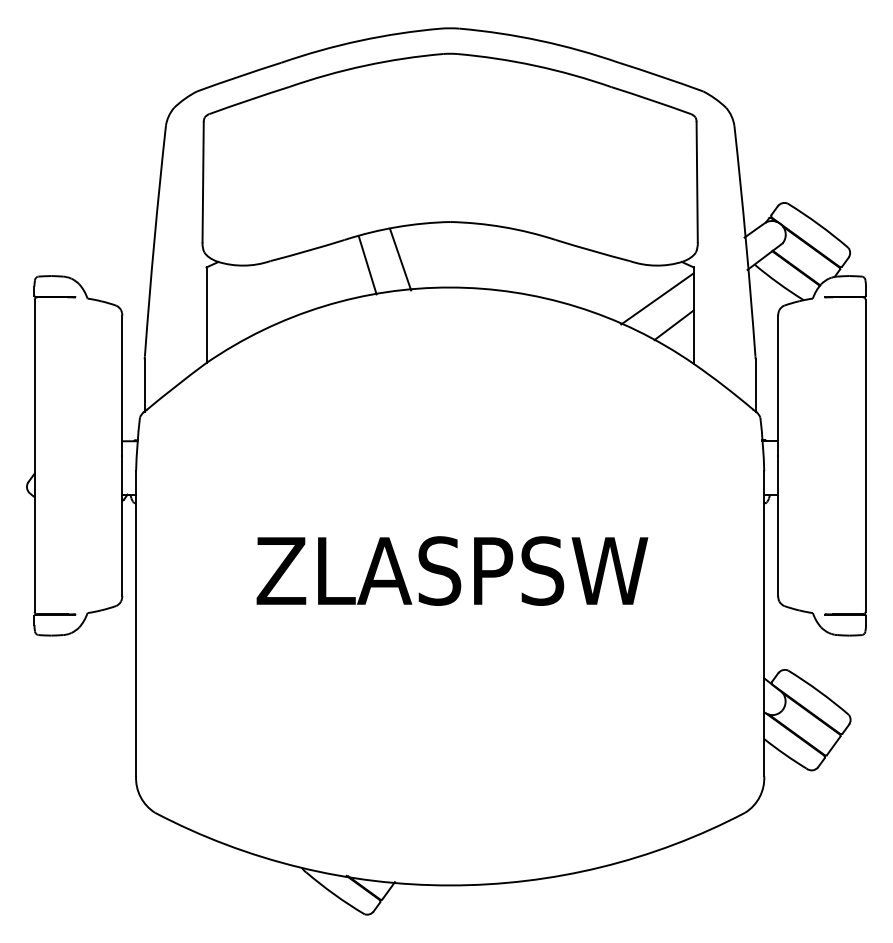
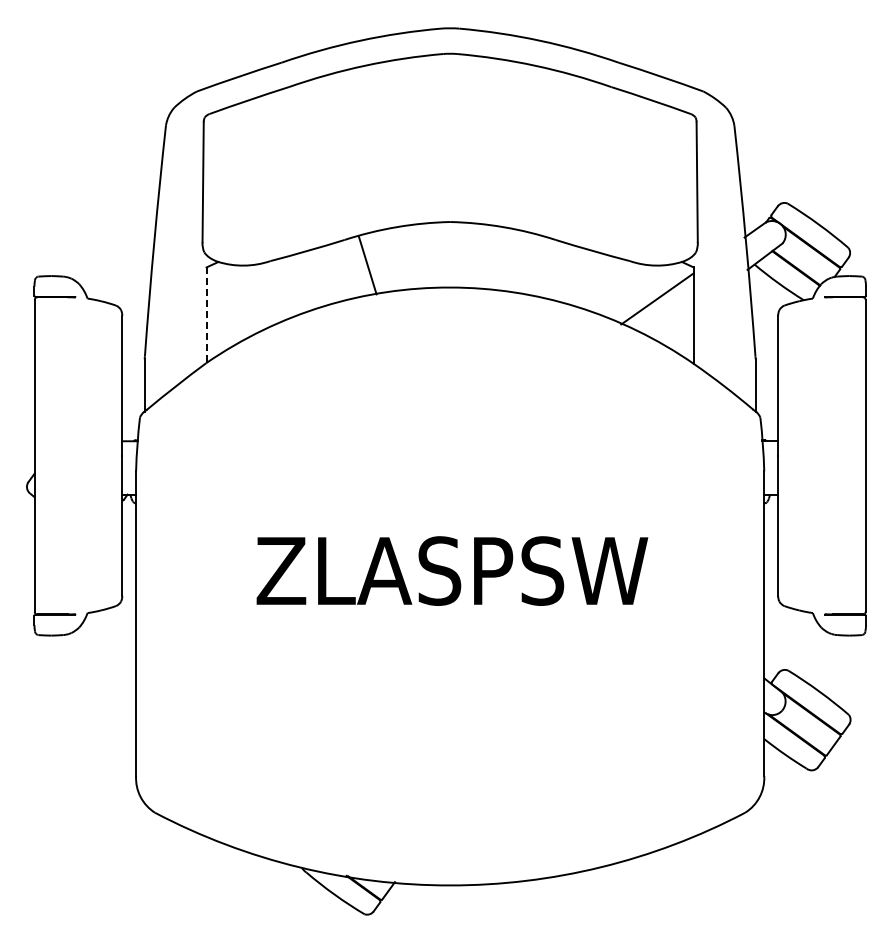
line at (400, 259): present -> none
line at (206, 315): solid -> dashed
line at (673, 325): present -> none
